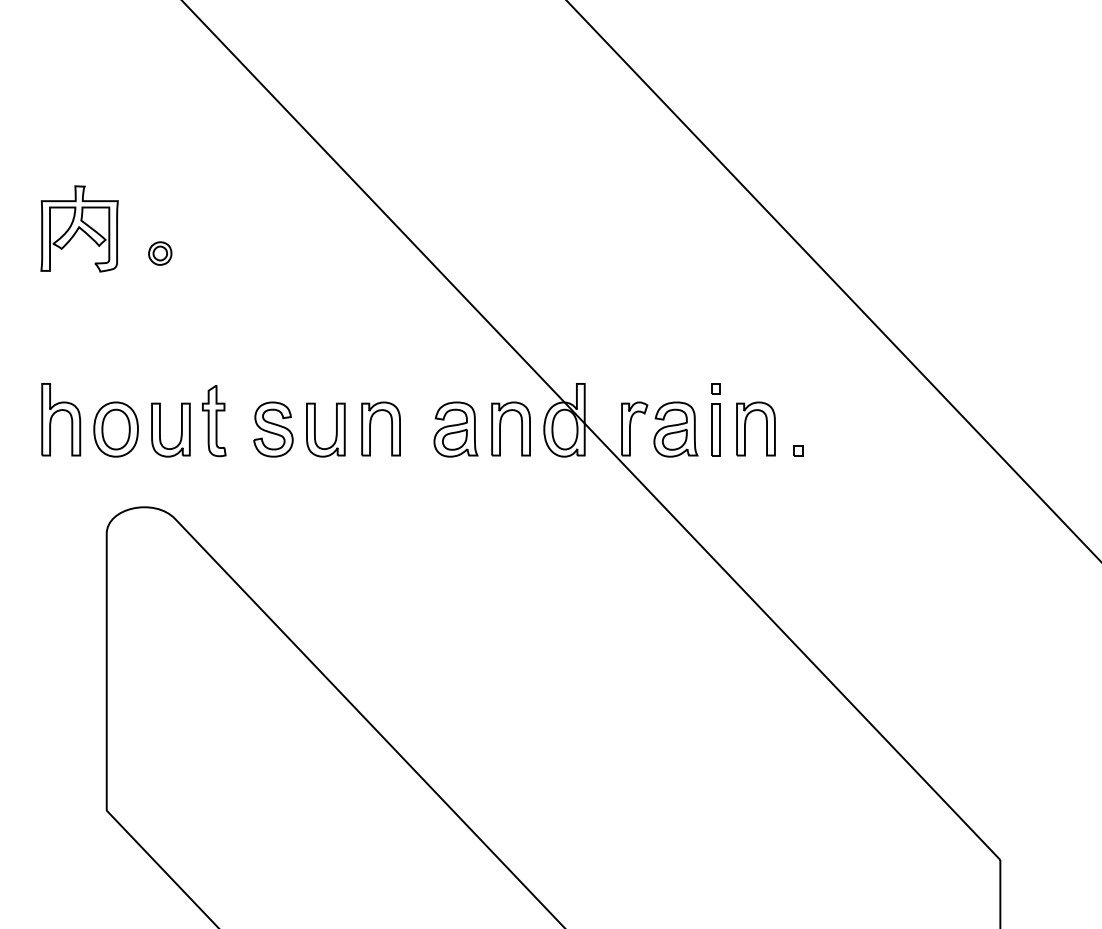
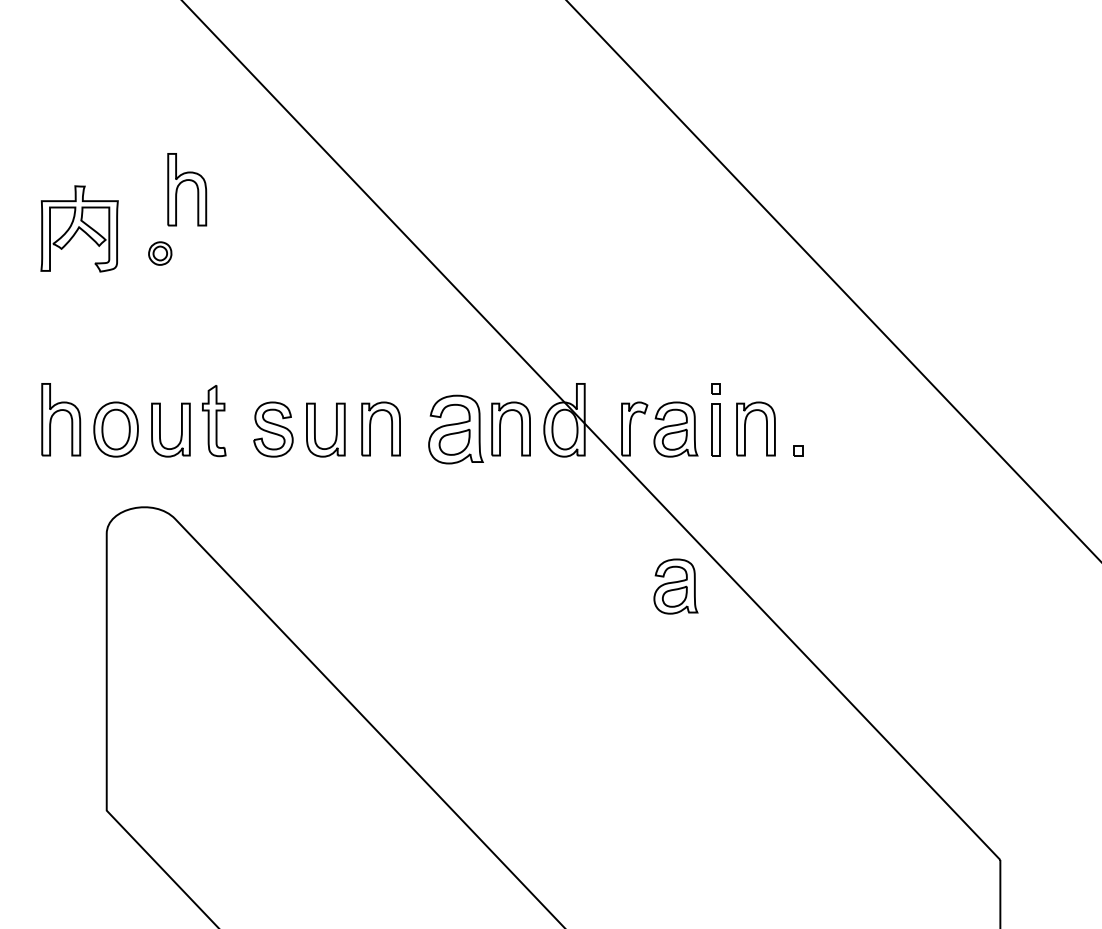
part at (186, 181): none -> present
part at (455, 429) size: 46x57 px -> 56x71 px
part at (675, 586): none -> present
